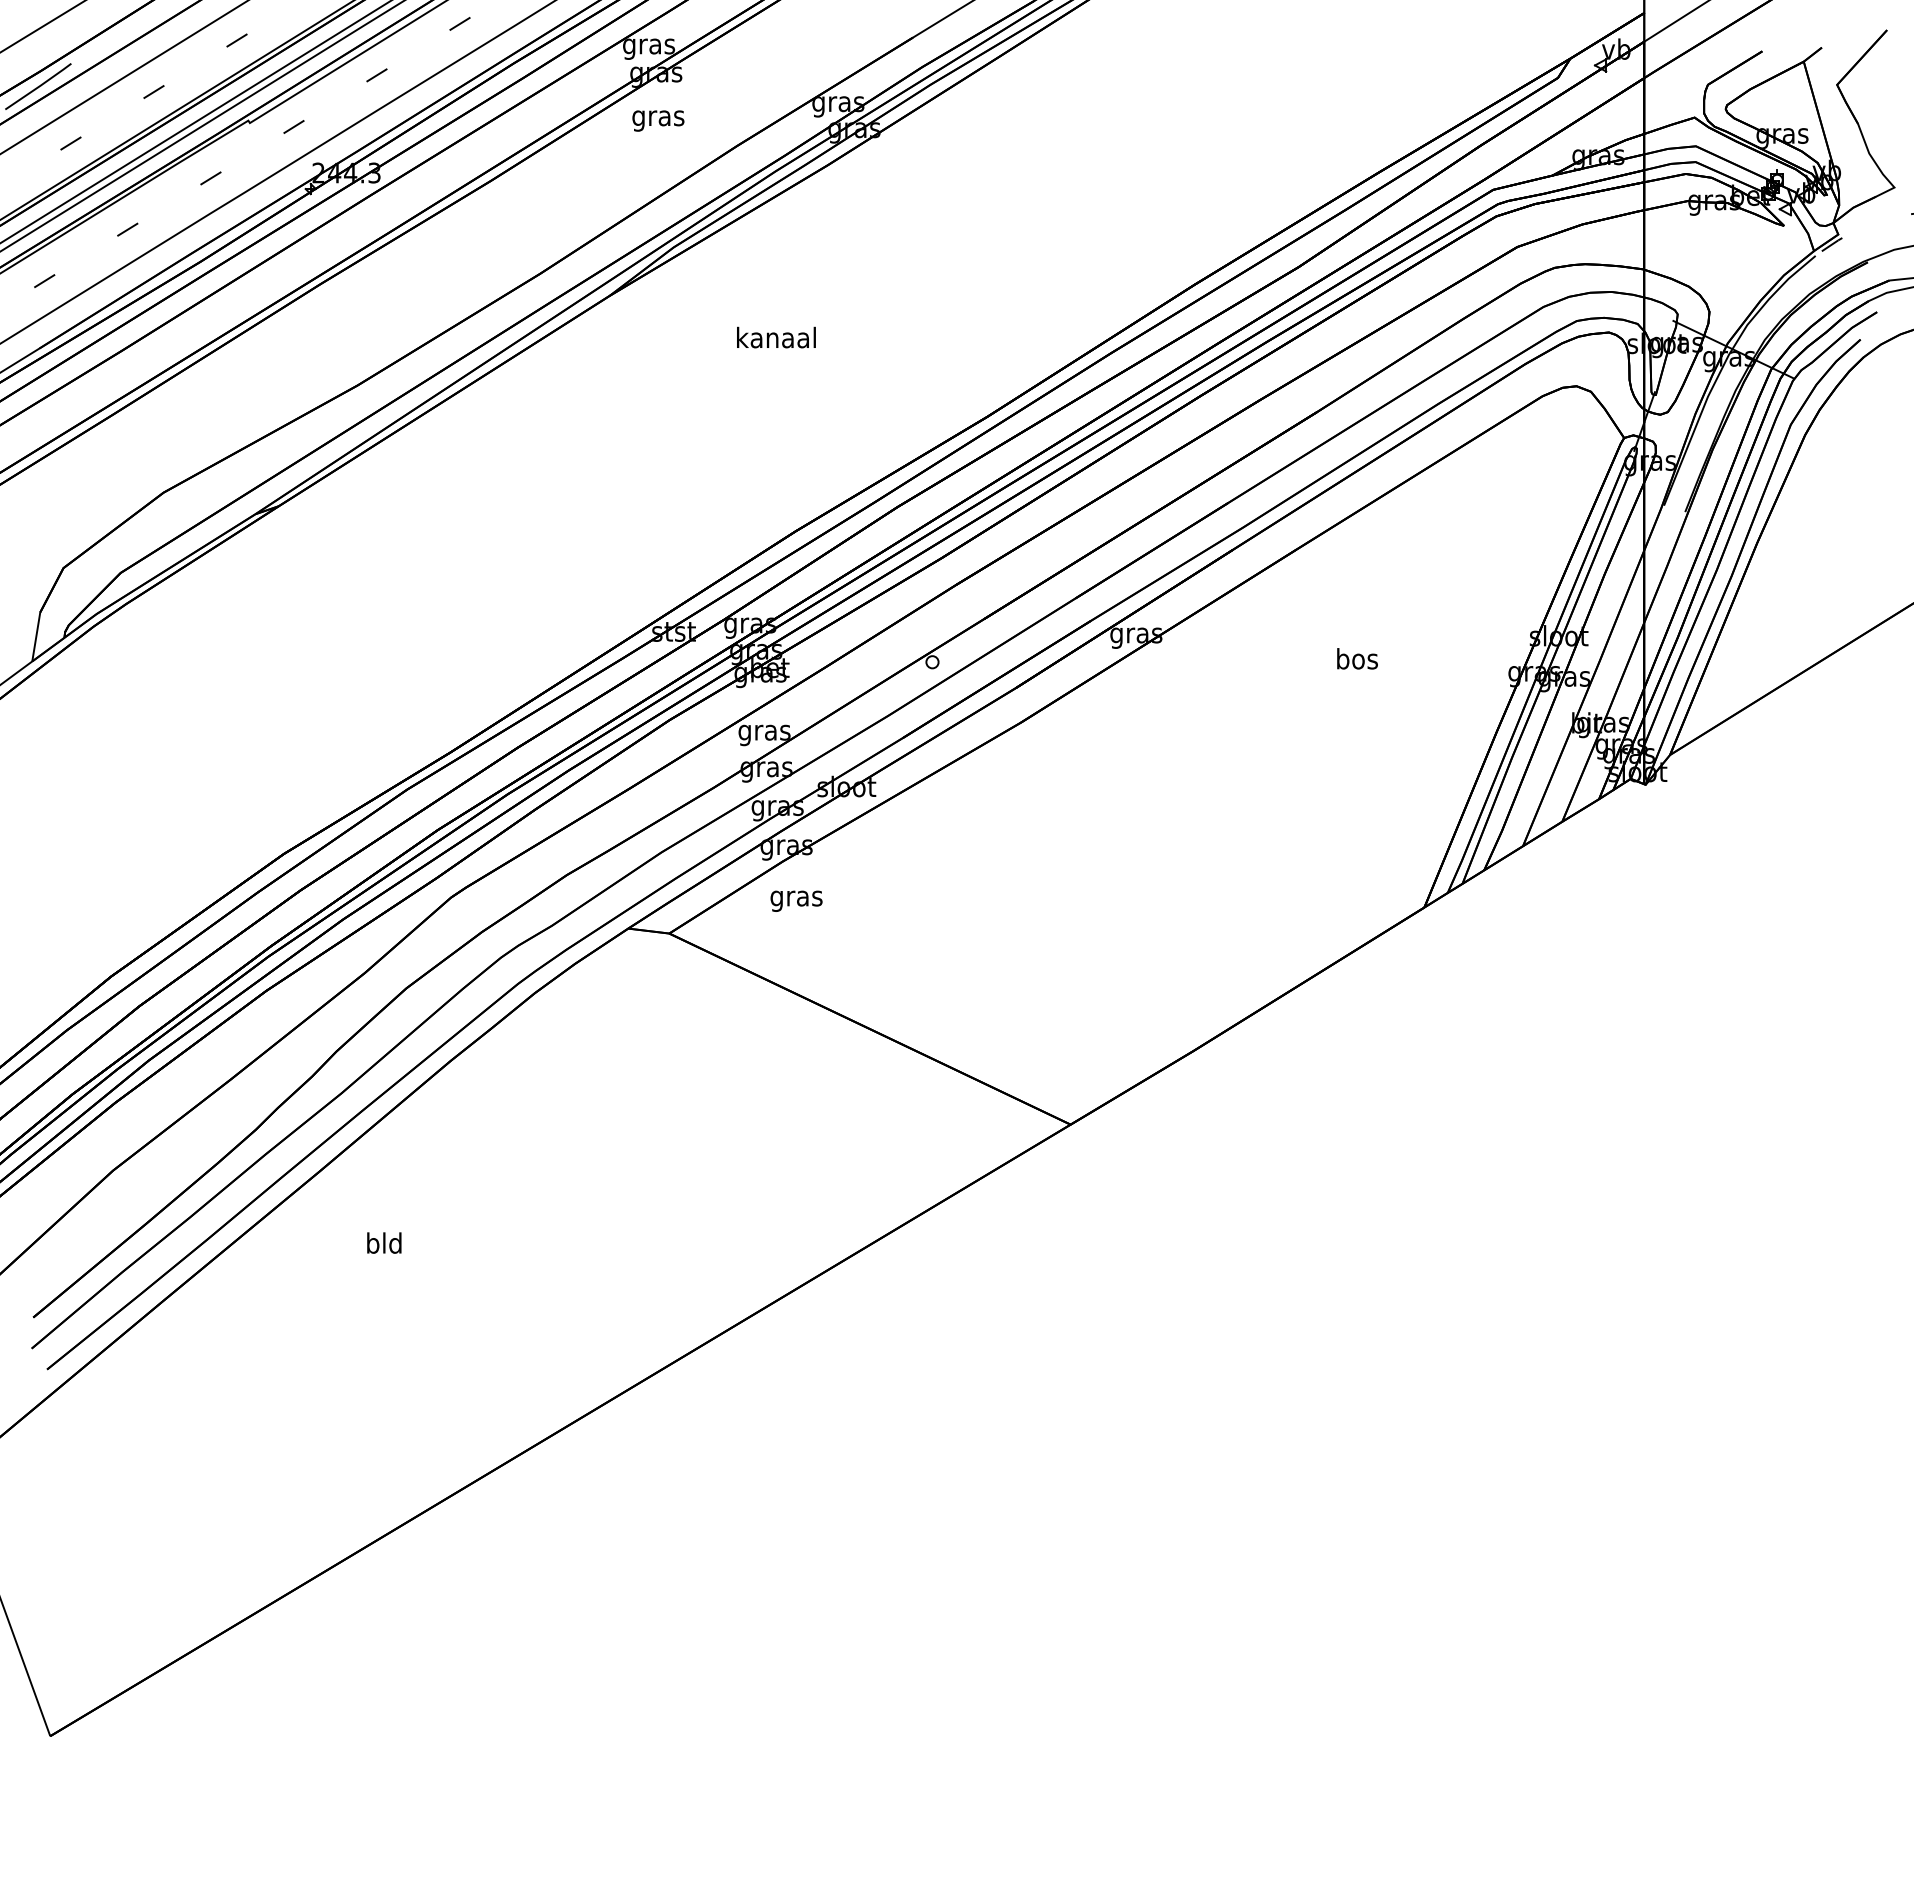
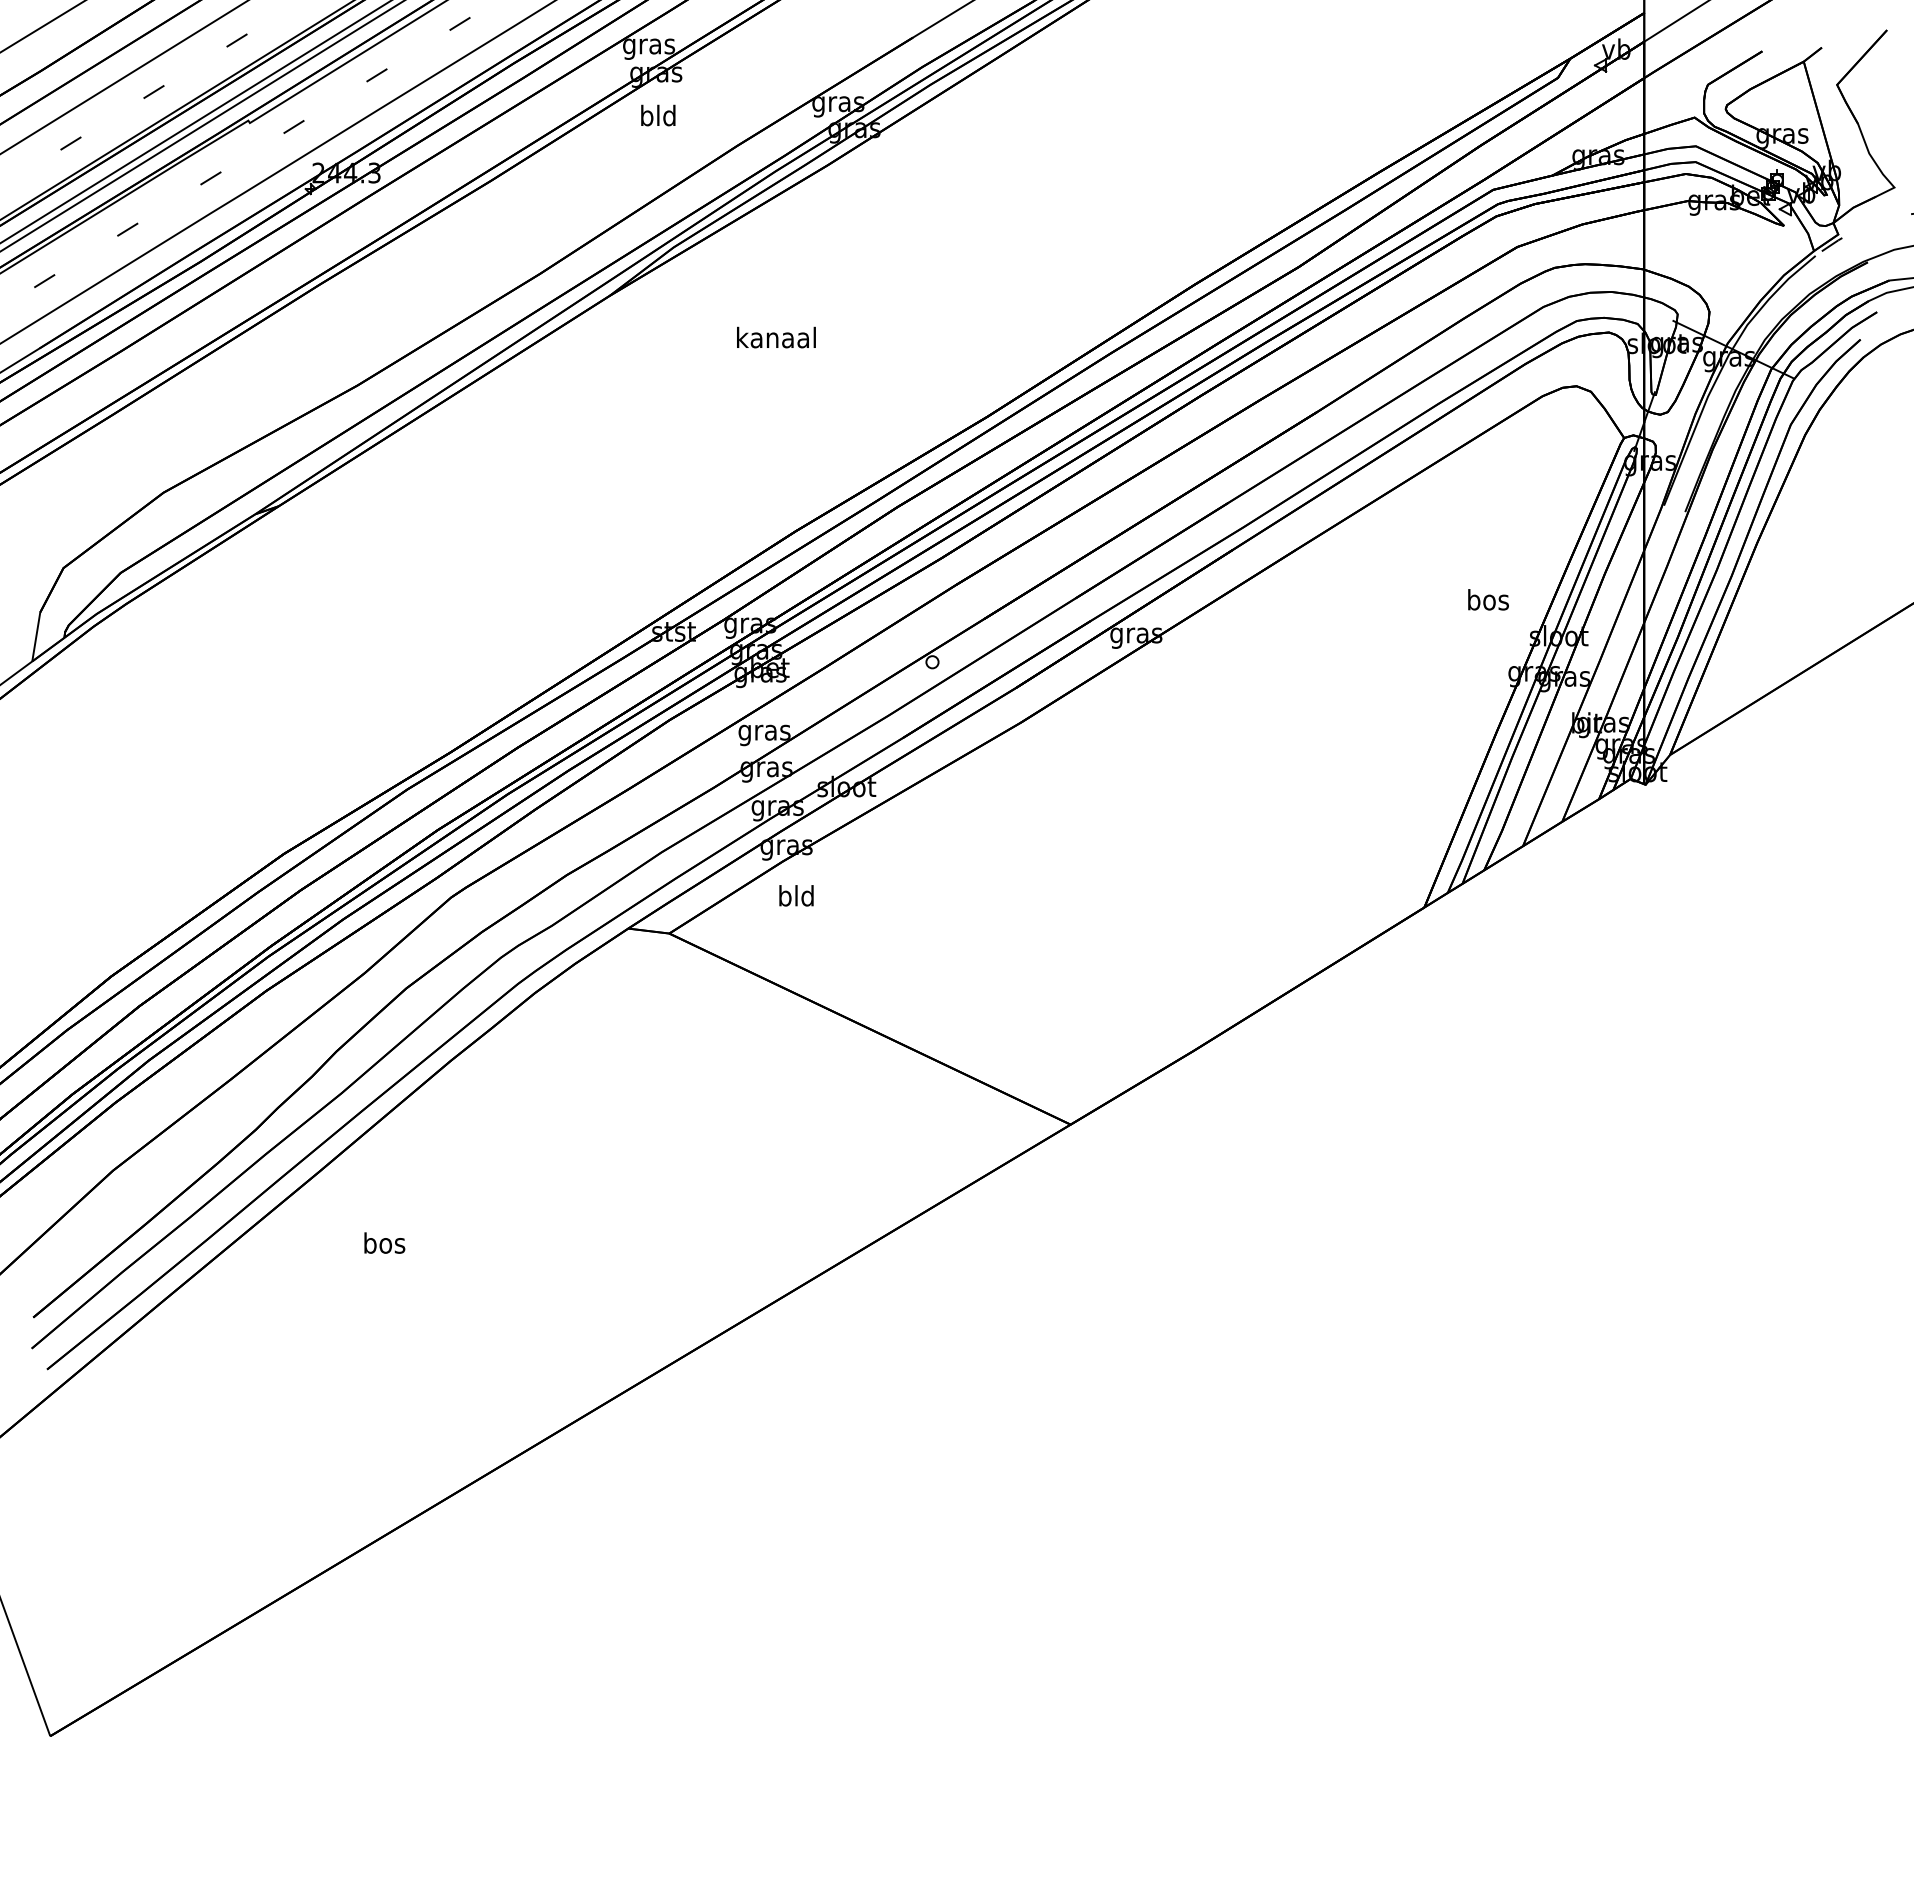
line at (38, 86): present -> none
text at (658, 117): gras -> bld
text at (1357, 658) position: (1357, 658) -> (1488, 599)
text at (796, 898): gras -> bld
text at (384, 1242): bld -> bos
